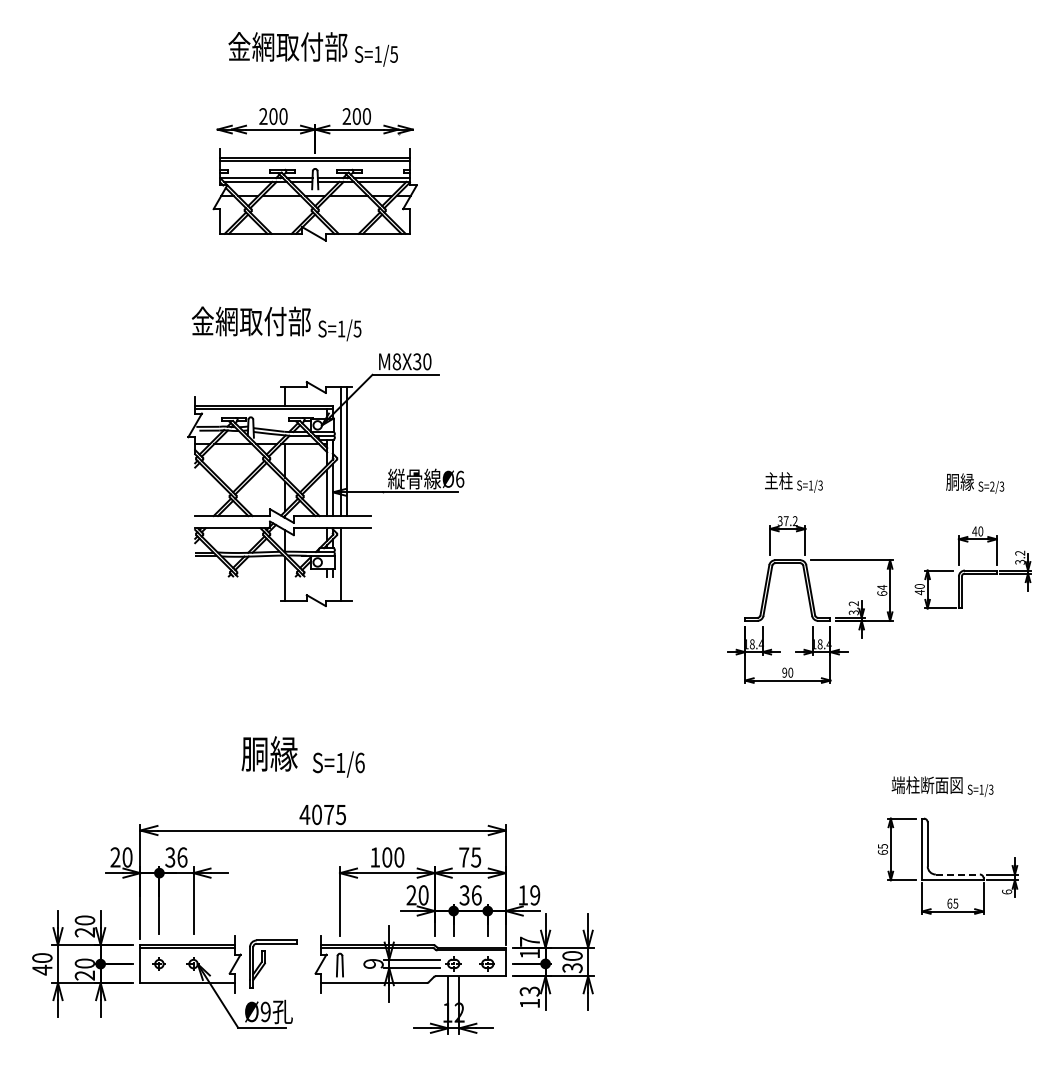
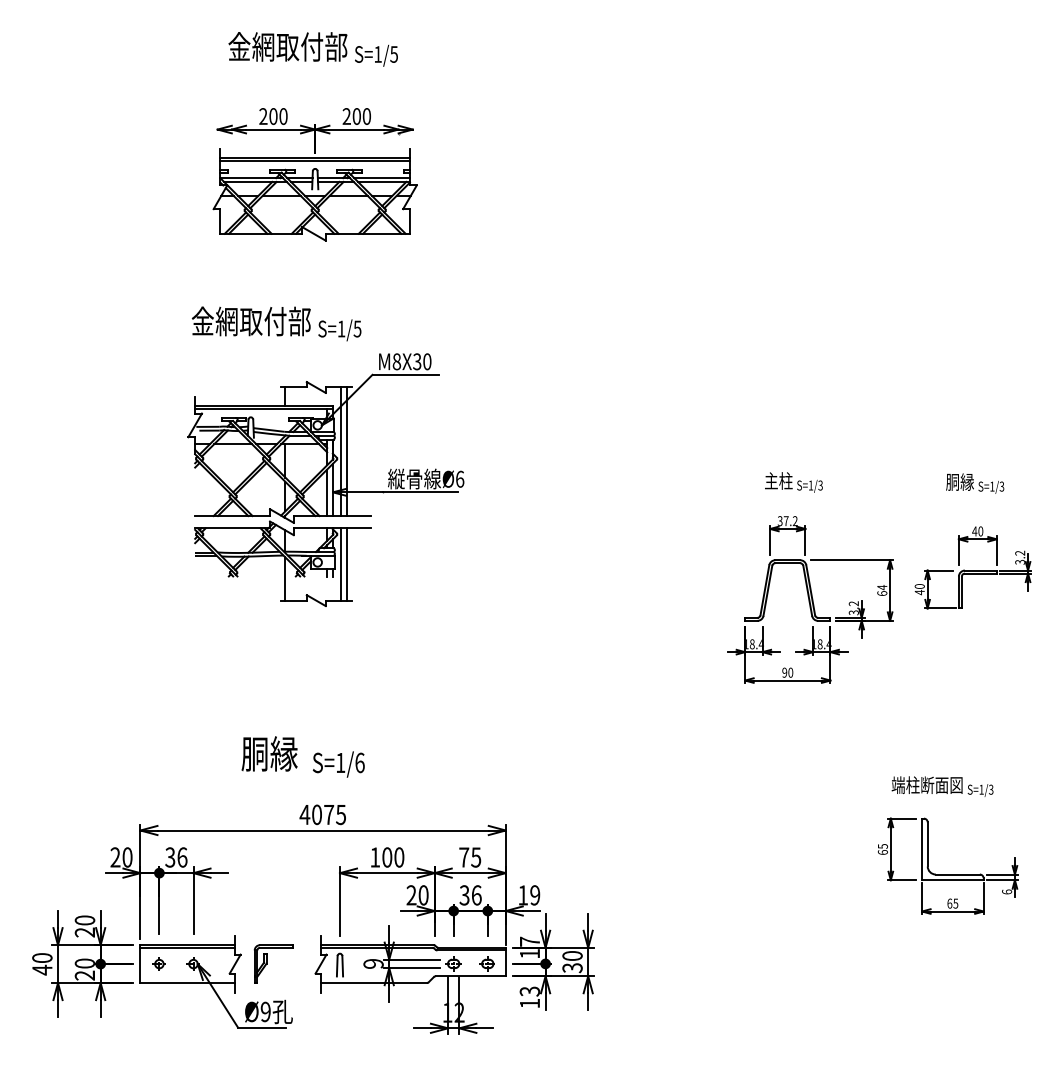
text at (992, 486): S=2/3 -> S=1/3
line at (347, 564): none -> present
line at (958, 874): dashed -> solid
part at (273, 963) size: 49x50 px -> 41x40 px
